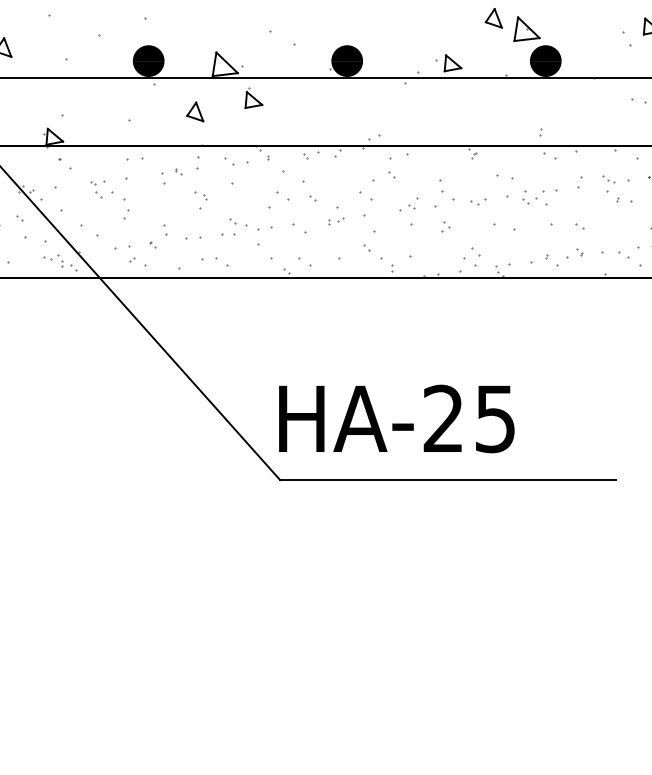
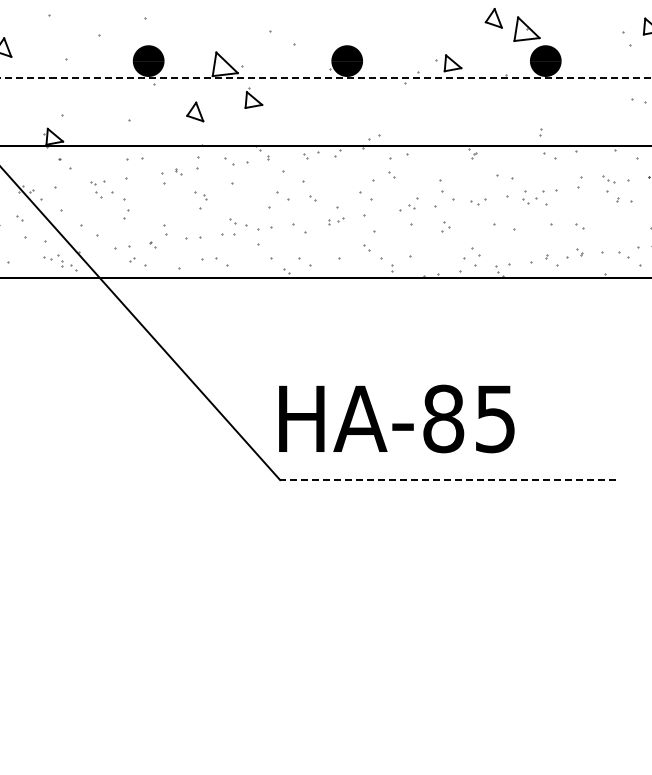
line at (326, 78): solid -> dashed
text at (443, 418): HA-25 -> HA-85
line at (448, 480): solid -> dashed
